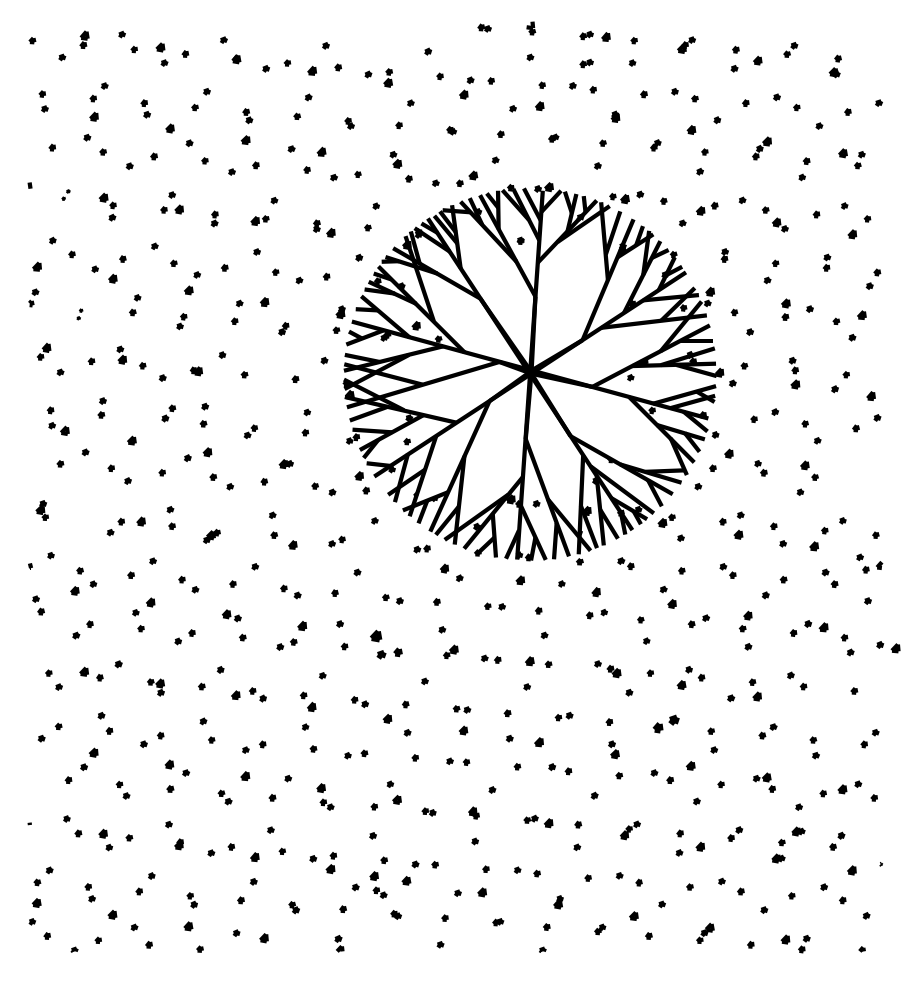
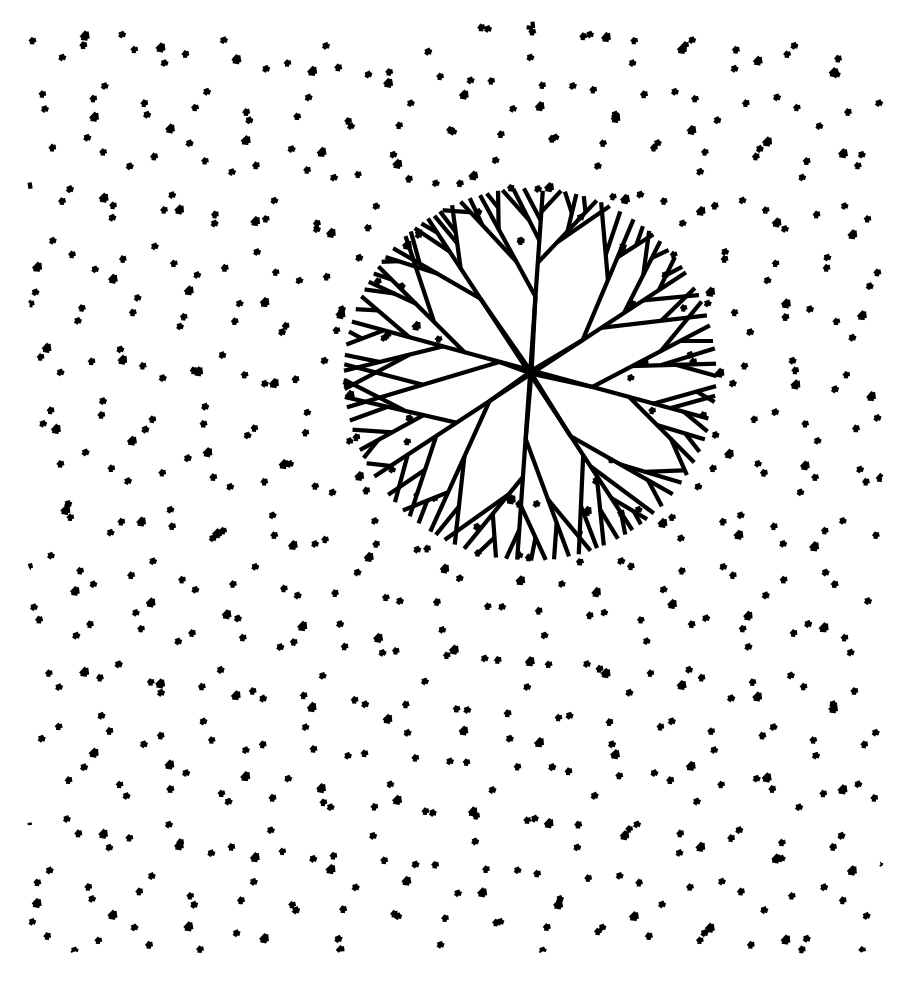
part at (586, 63): present -> none
part at (65, 194) size: 10x12 px -> 16x20 px
part at (79, 314) size: 8x13 px -> 12x21 px
part at (269, 382): none -> present
part at (168, 413) position: (168, 413) -> (148, 424)
part at (58, 428) position: (58, 428) -> (49, 426)
part at (41, 510) position: (41, 510) -> (66, 510)
part at (211, 535) position: (211, 535) -> (217, 533)
part at (336, 541) position: (336, 541) -> (319, 541)
part at (371, 550): none -> present
part at (869, 563) position: (869, 563) -> (869, 475)
part at (38, 605) position: (38, 605) -> (36, 613)
part at (386, 644) size: 33x31 px -> 27x24 px
part at (888, 647): present -> none
part at (607, 669) position: (607, 669) -> (596, 669)
part at (832, 706): none -> present
part at (665, 723) size: 28x20 px -> 20x14 px
part at (798, 831): present -> none
part at (378, 884): present -> none
